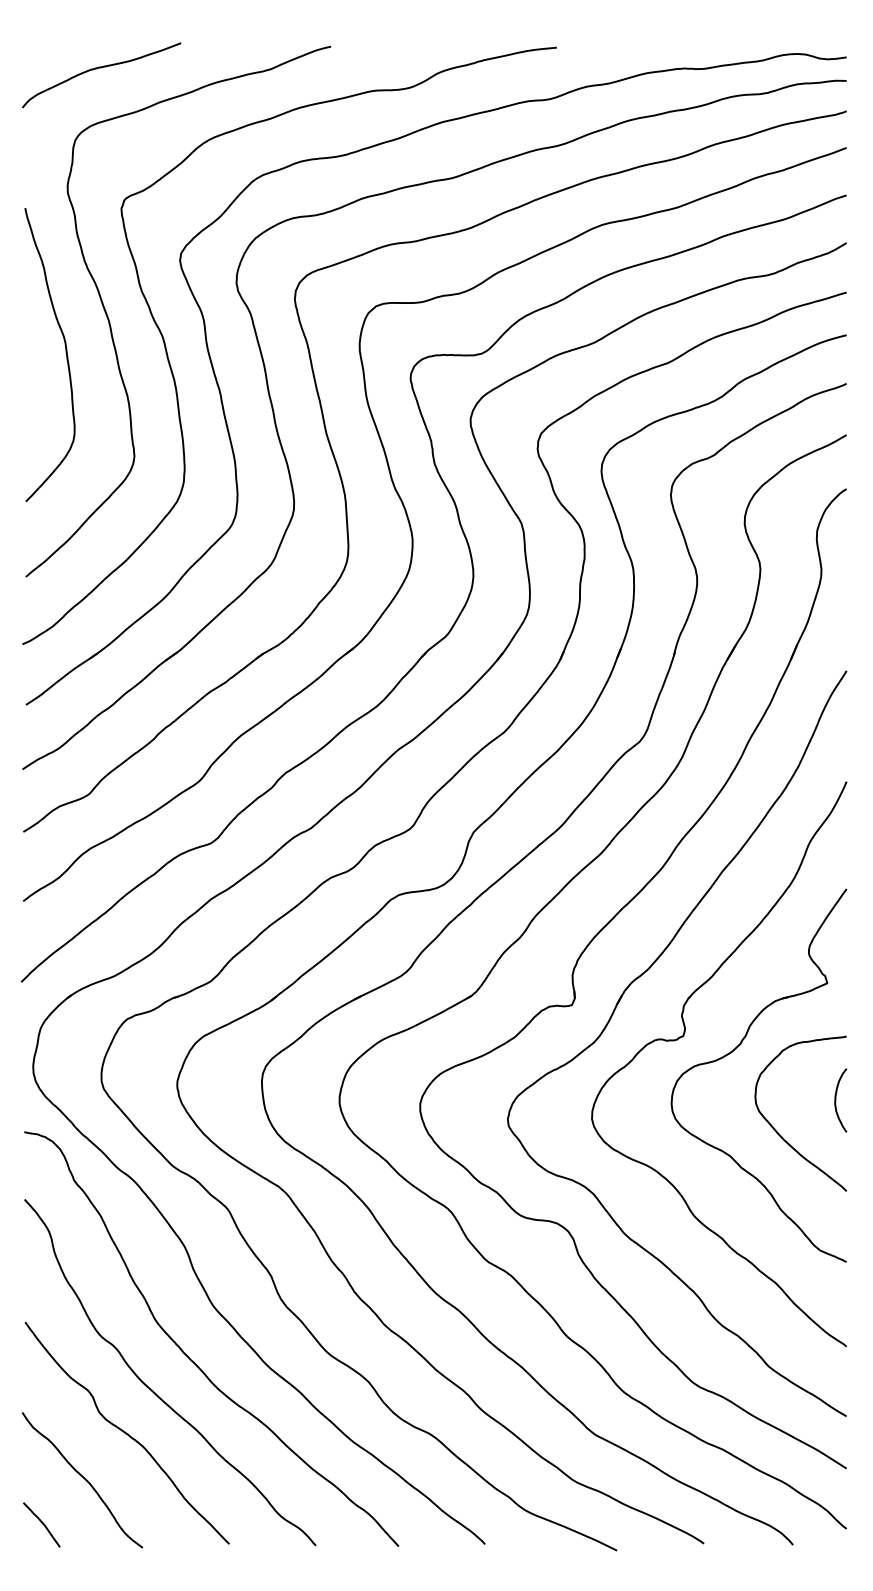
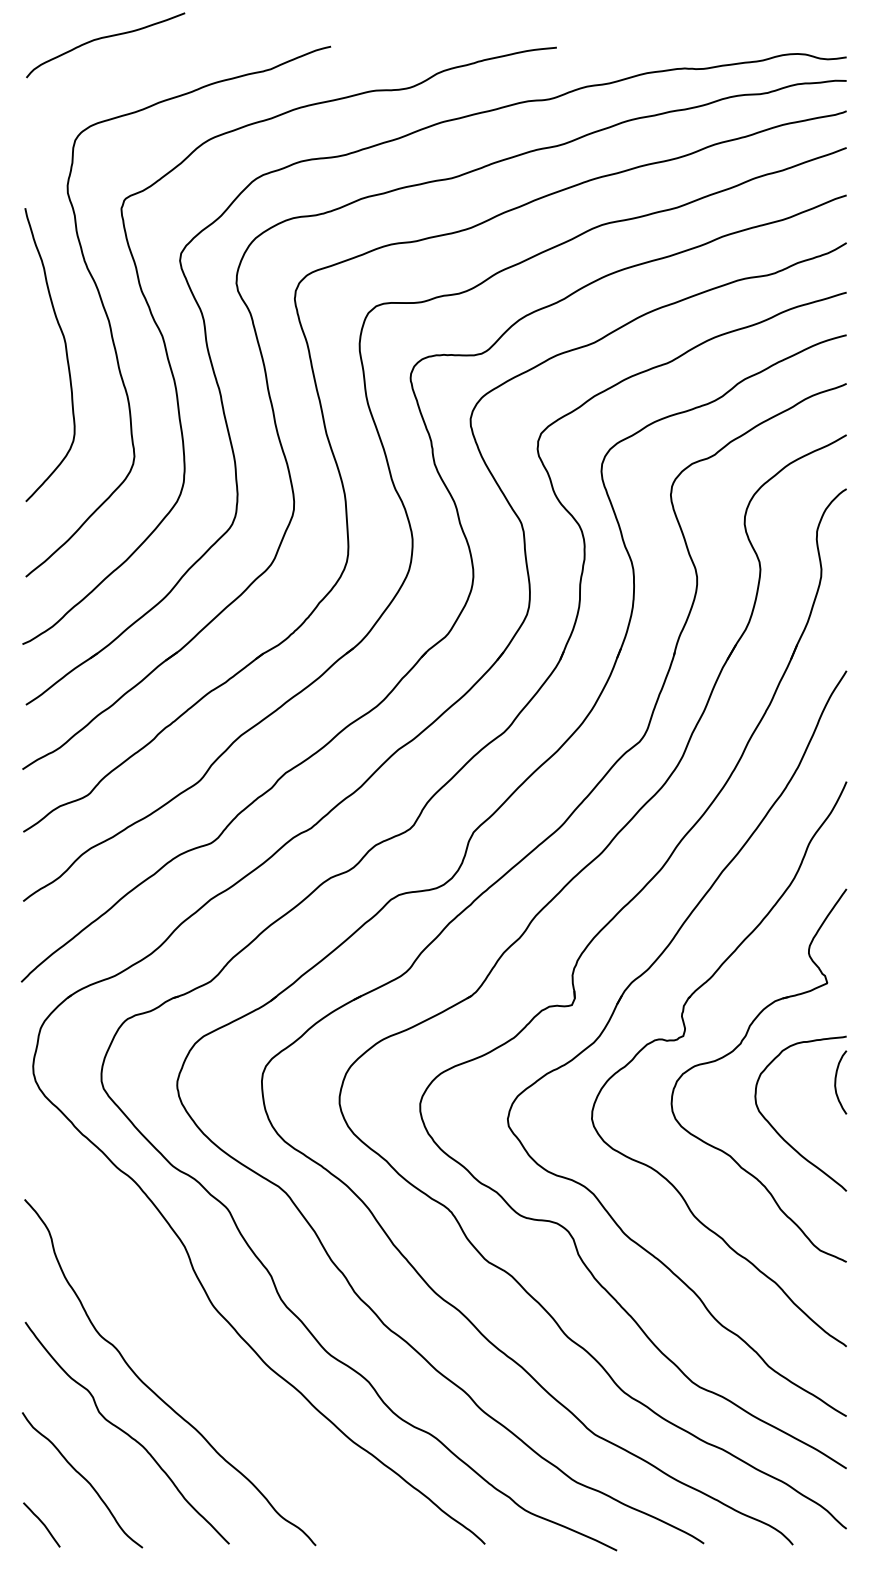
curve at (101, 68) position: (101, 68) -> (105, 38)
curve at (836, 1100) position: (836, 1100) -> (836, 1082)
curve at (190, 1358): present -> none
